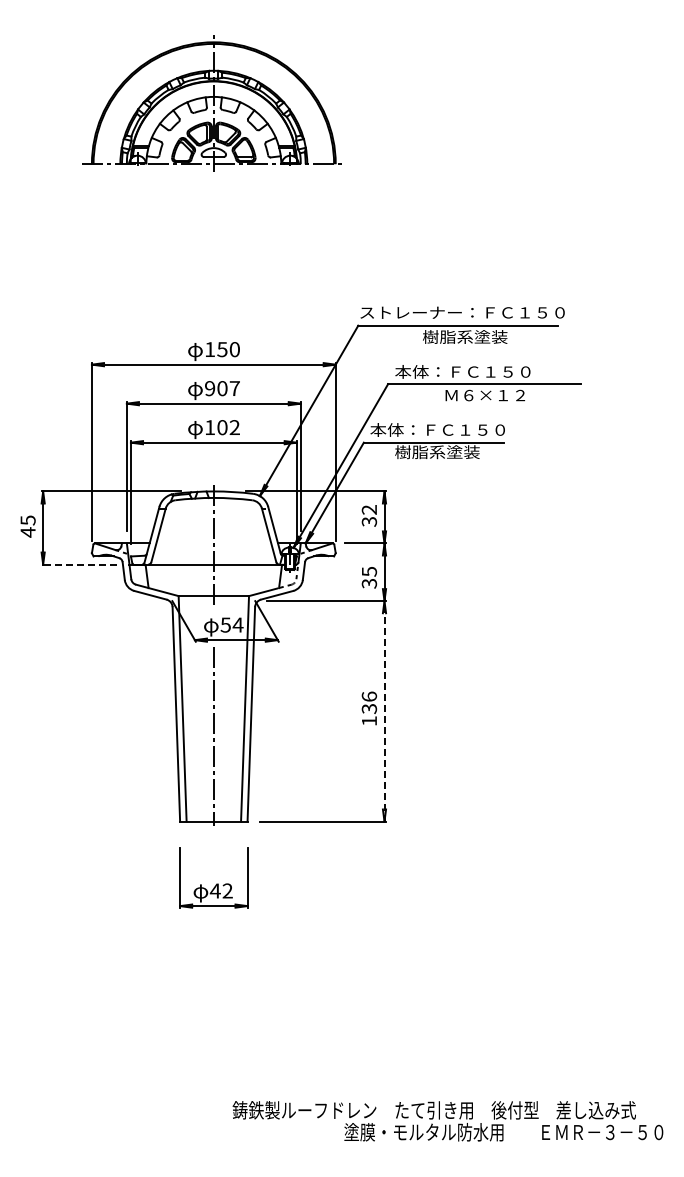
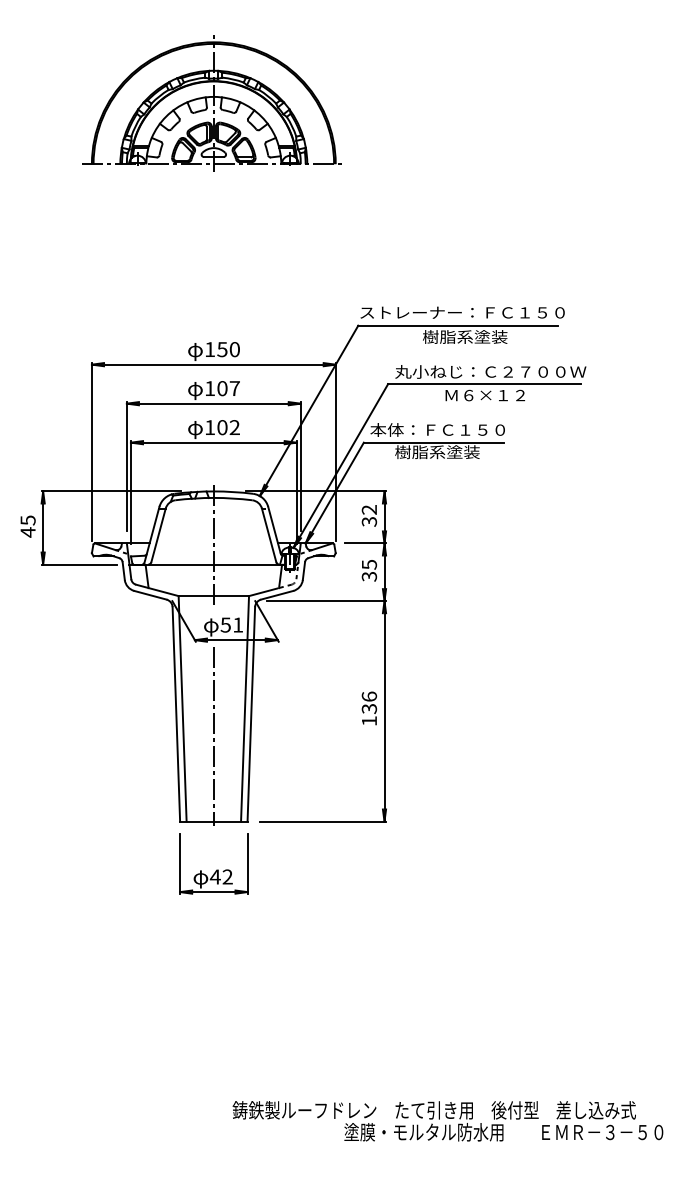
text at (490, 371): 本体：ＦＣ１５０ -> 丸小ねじ：Ｃ２７００Ｗ
text at (210, 388): 907 -> 107
line at (79, 564): dashed -> solid
text at (368, 577) position: (368, 577) -> (368, 570)
text at (237, 624): 54 -> 51
line at (384, 710): dashed -> solid
part at (216, 883) position: (216, 883) -> (216, 869)
